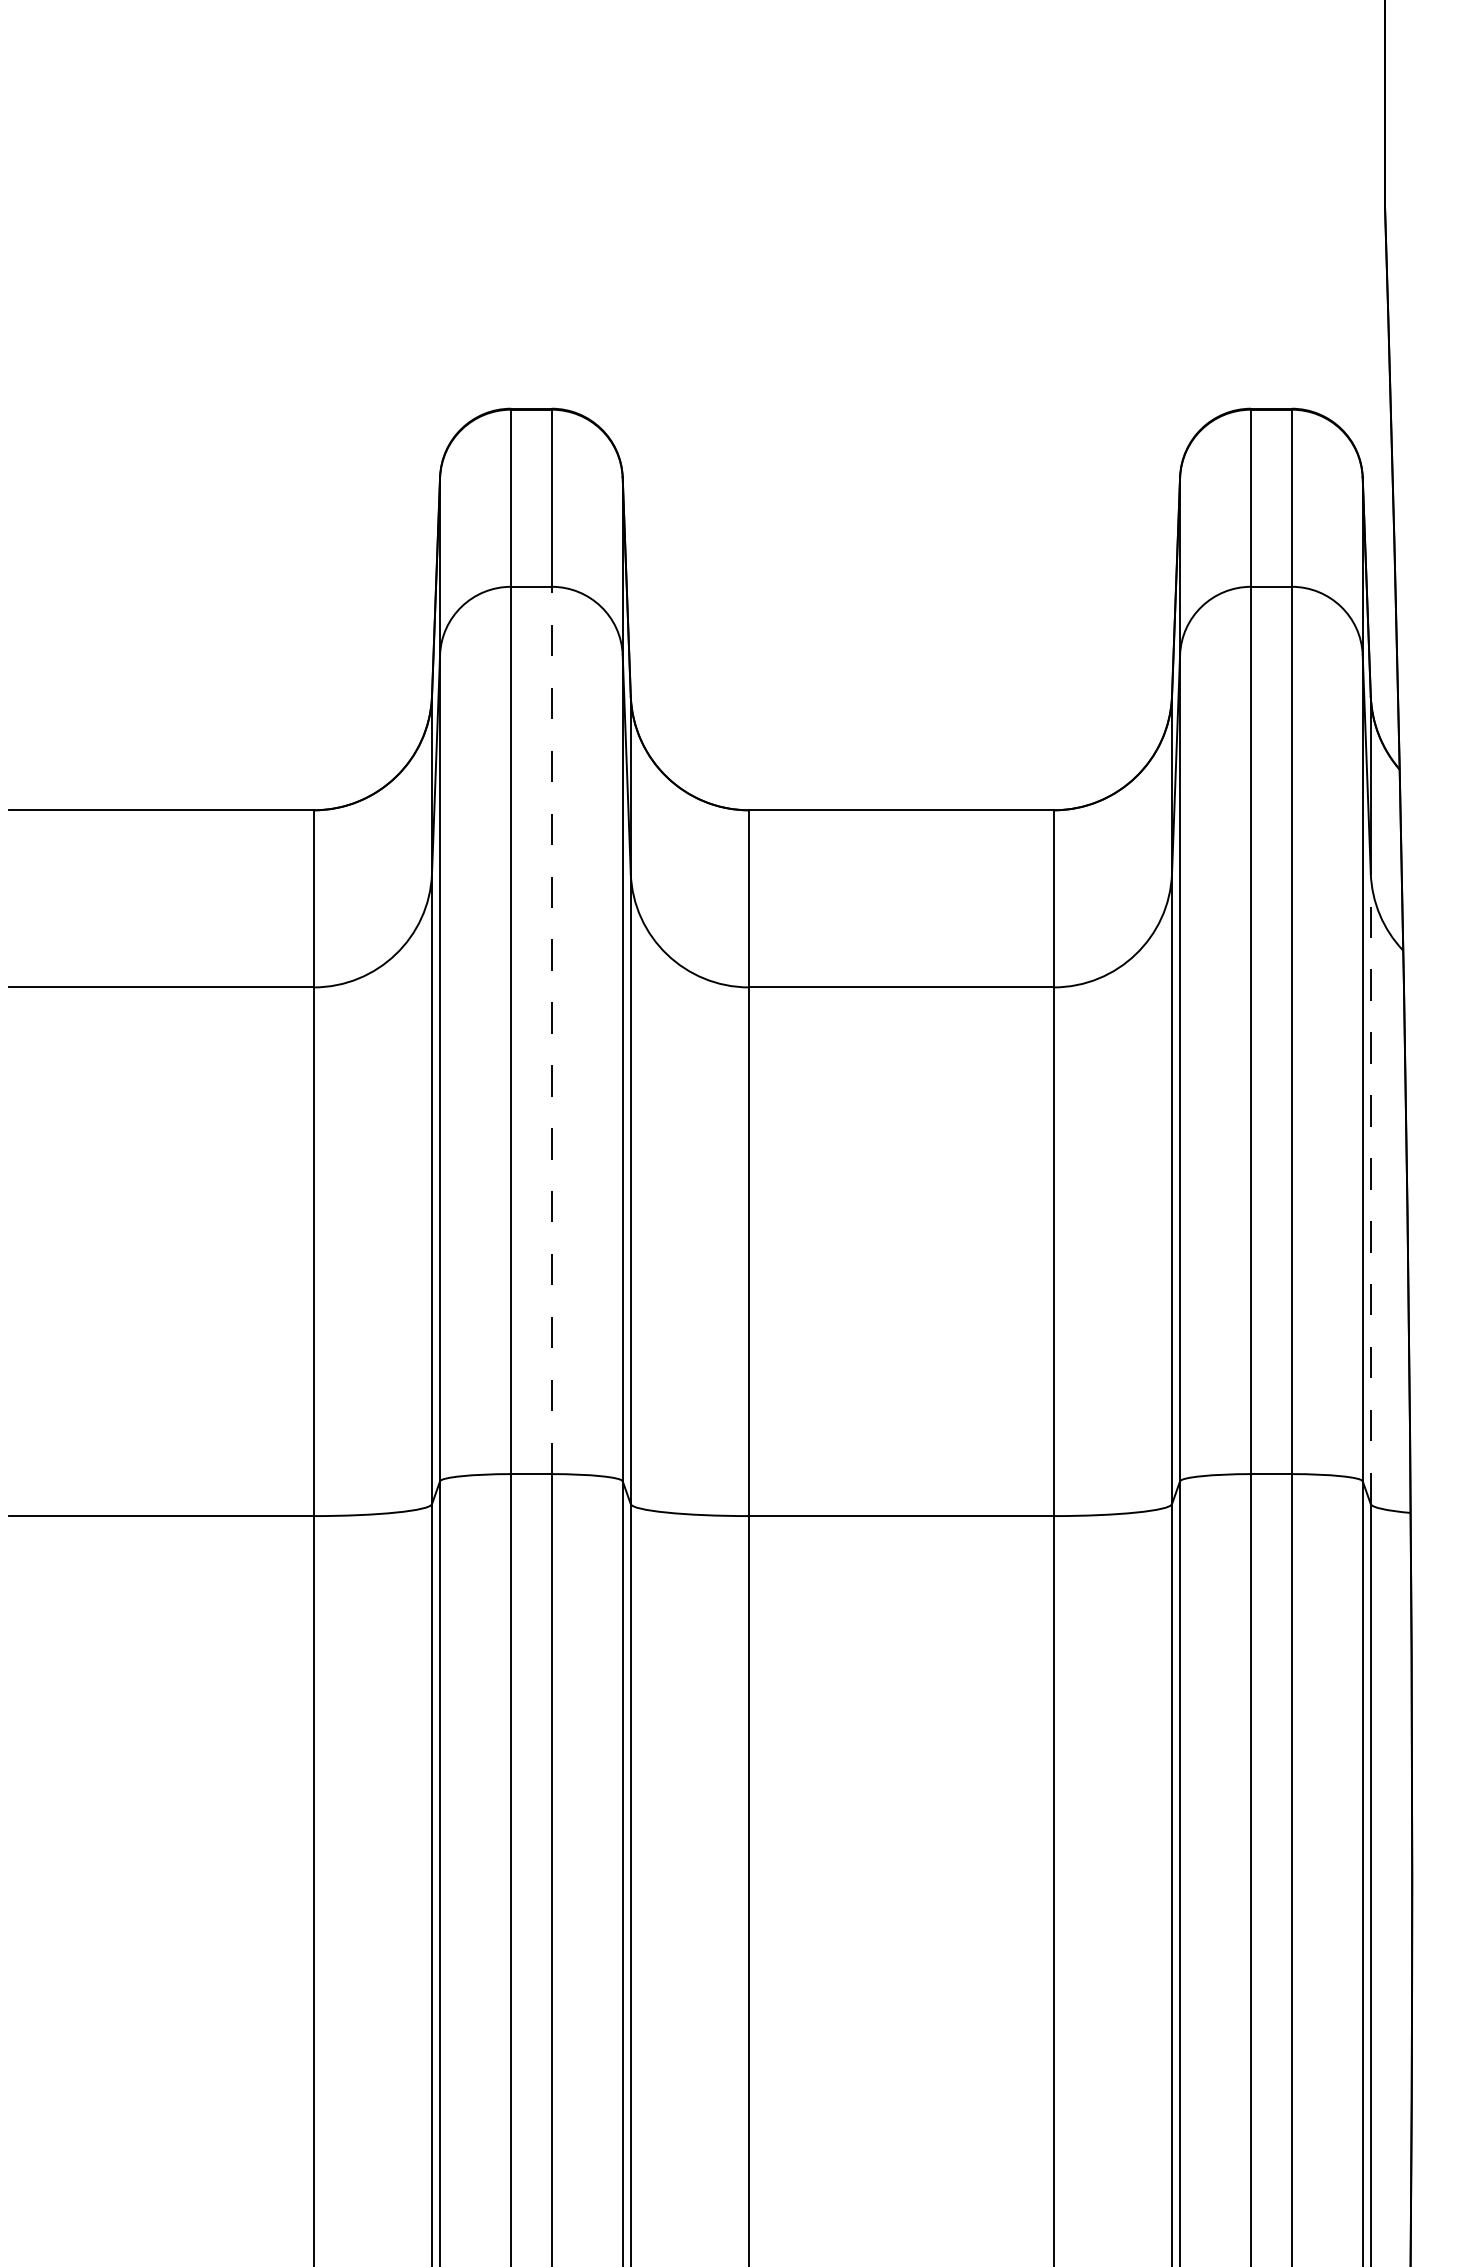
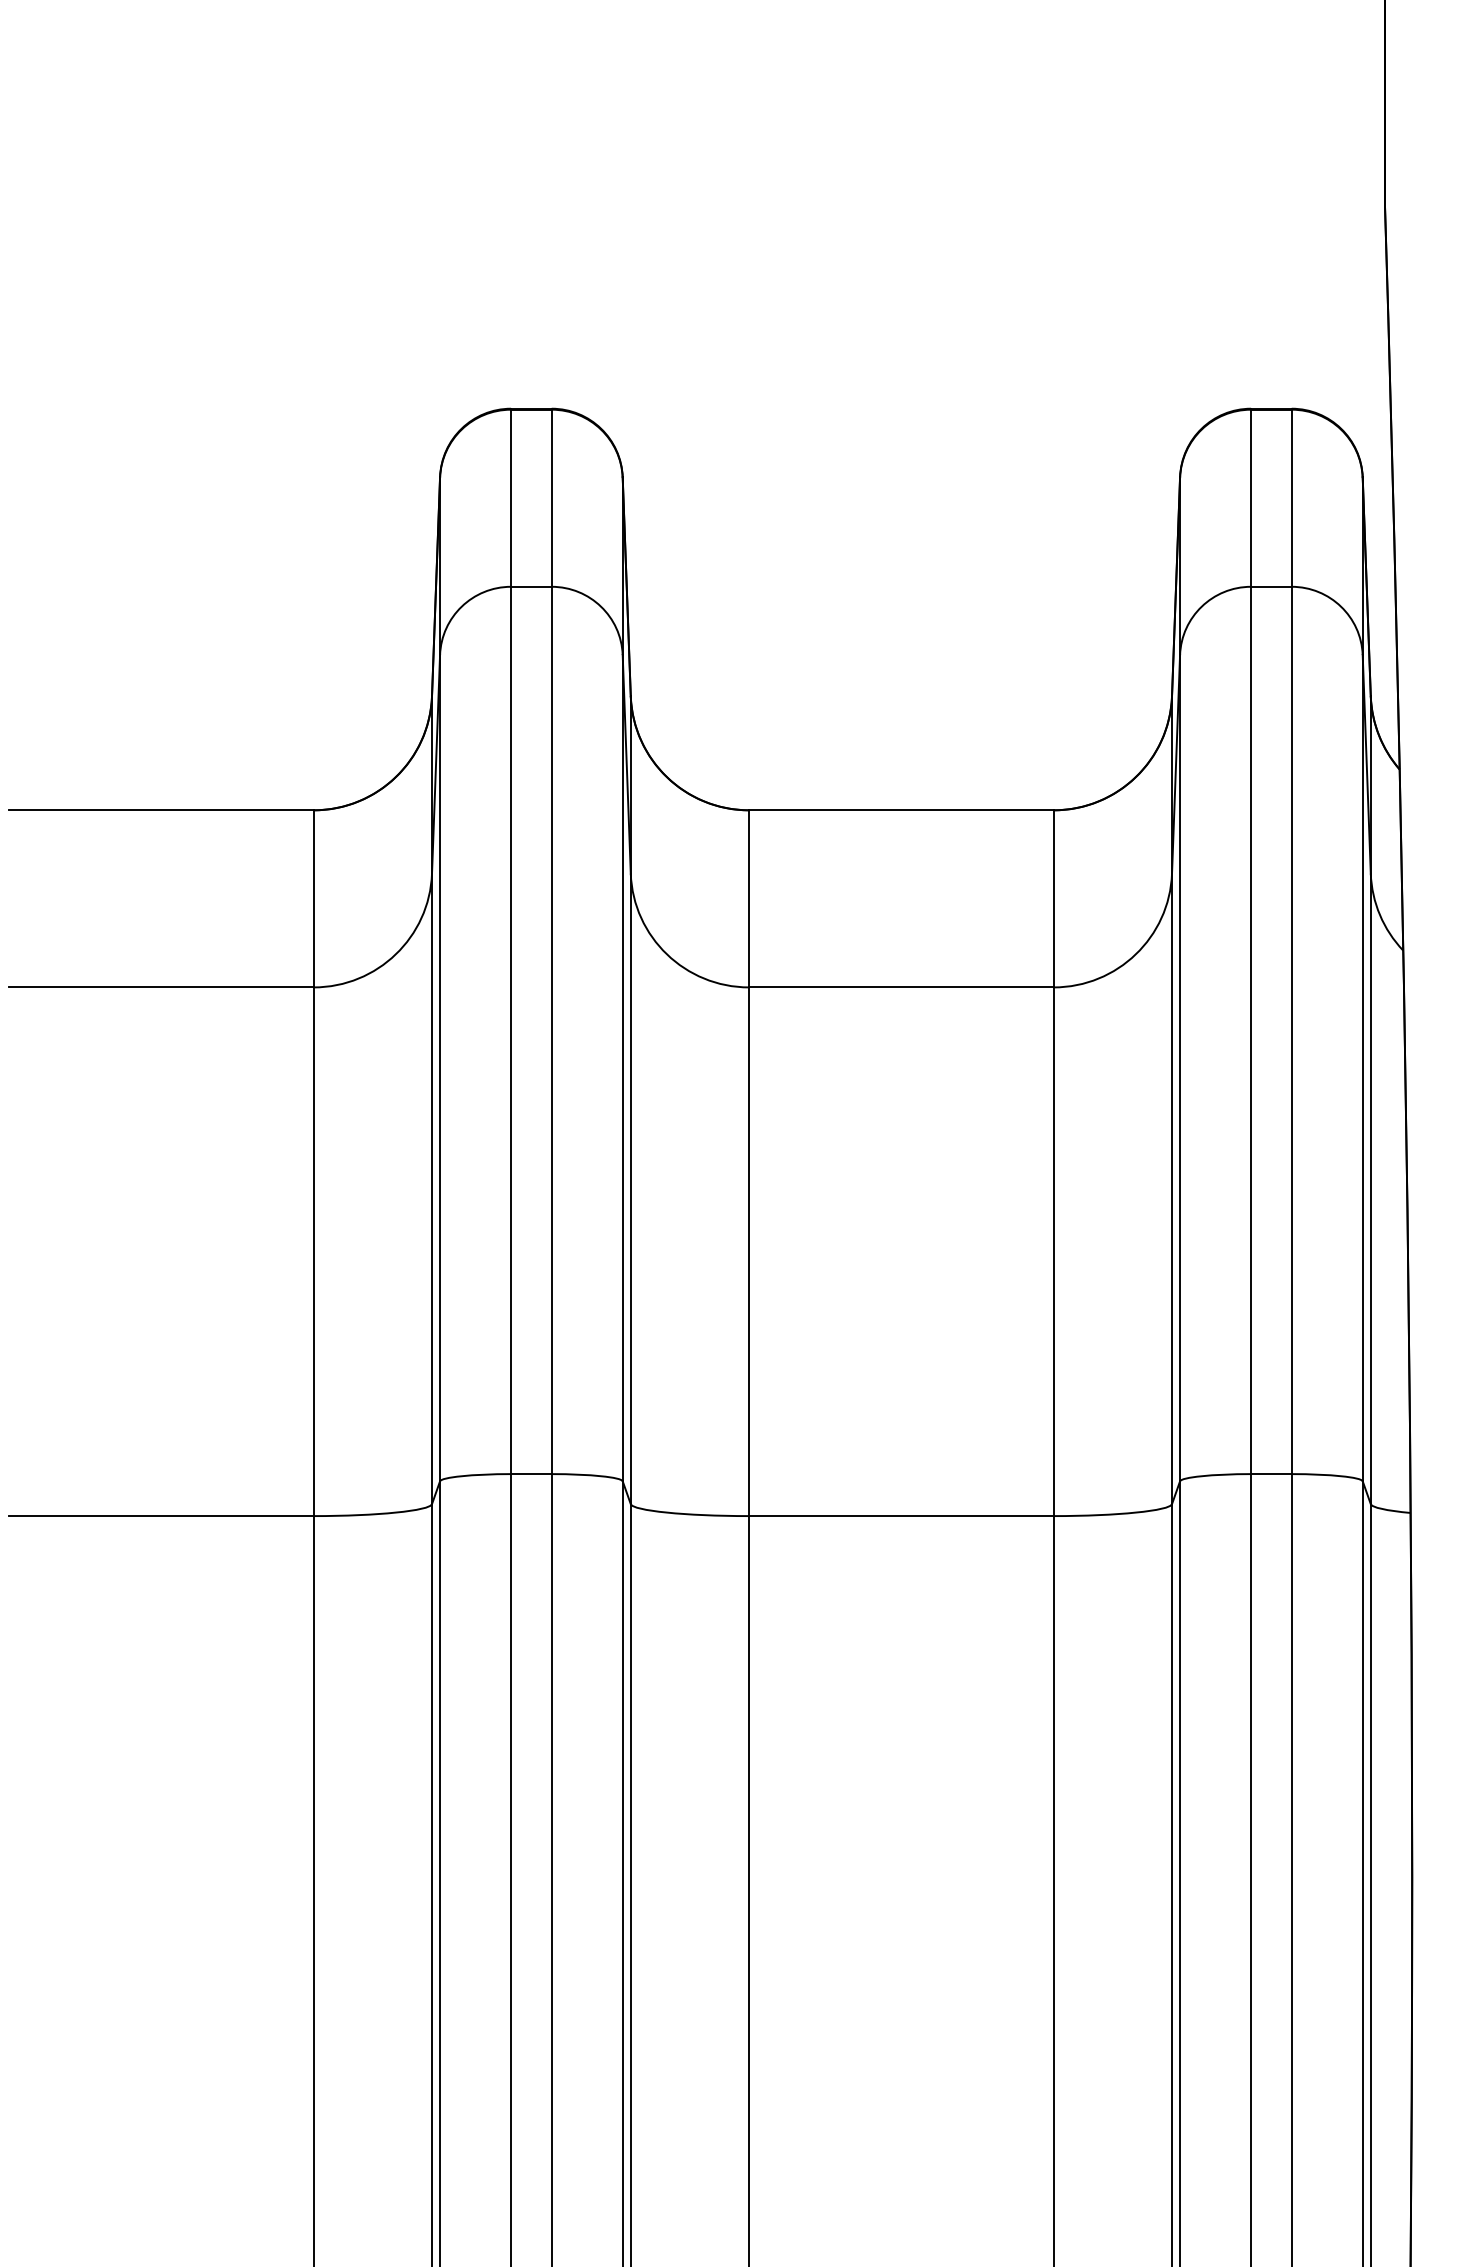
line at (551, 1030): dashed -> solid
line at (1370, 1188): dashed -> solid
